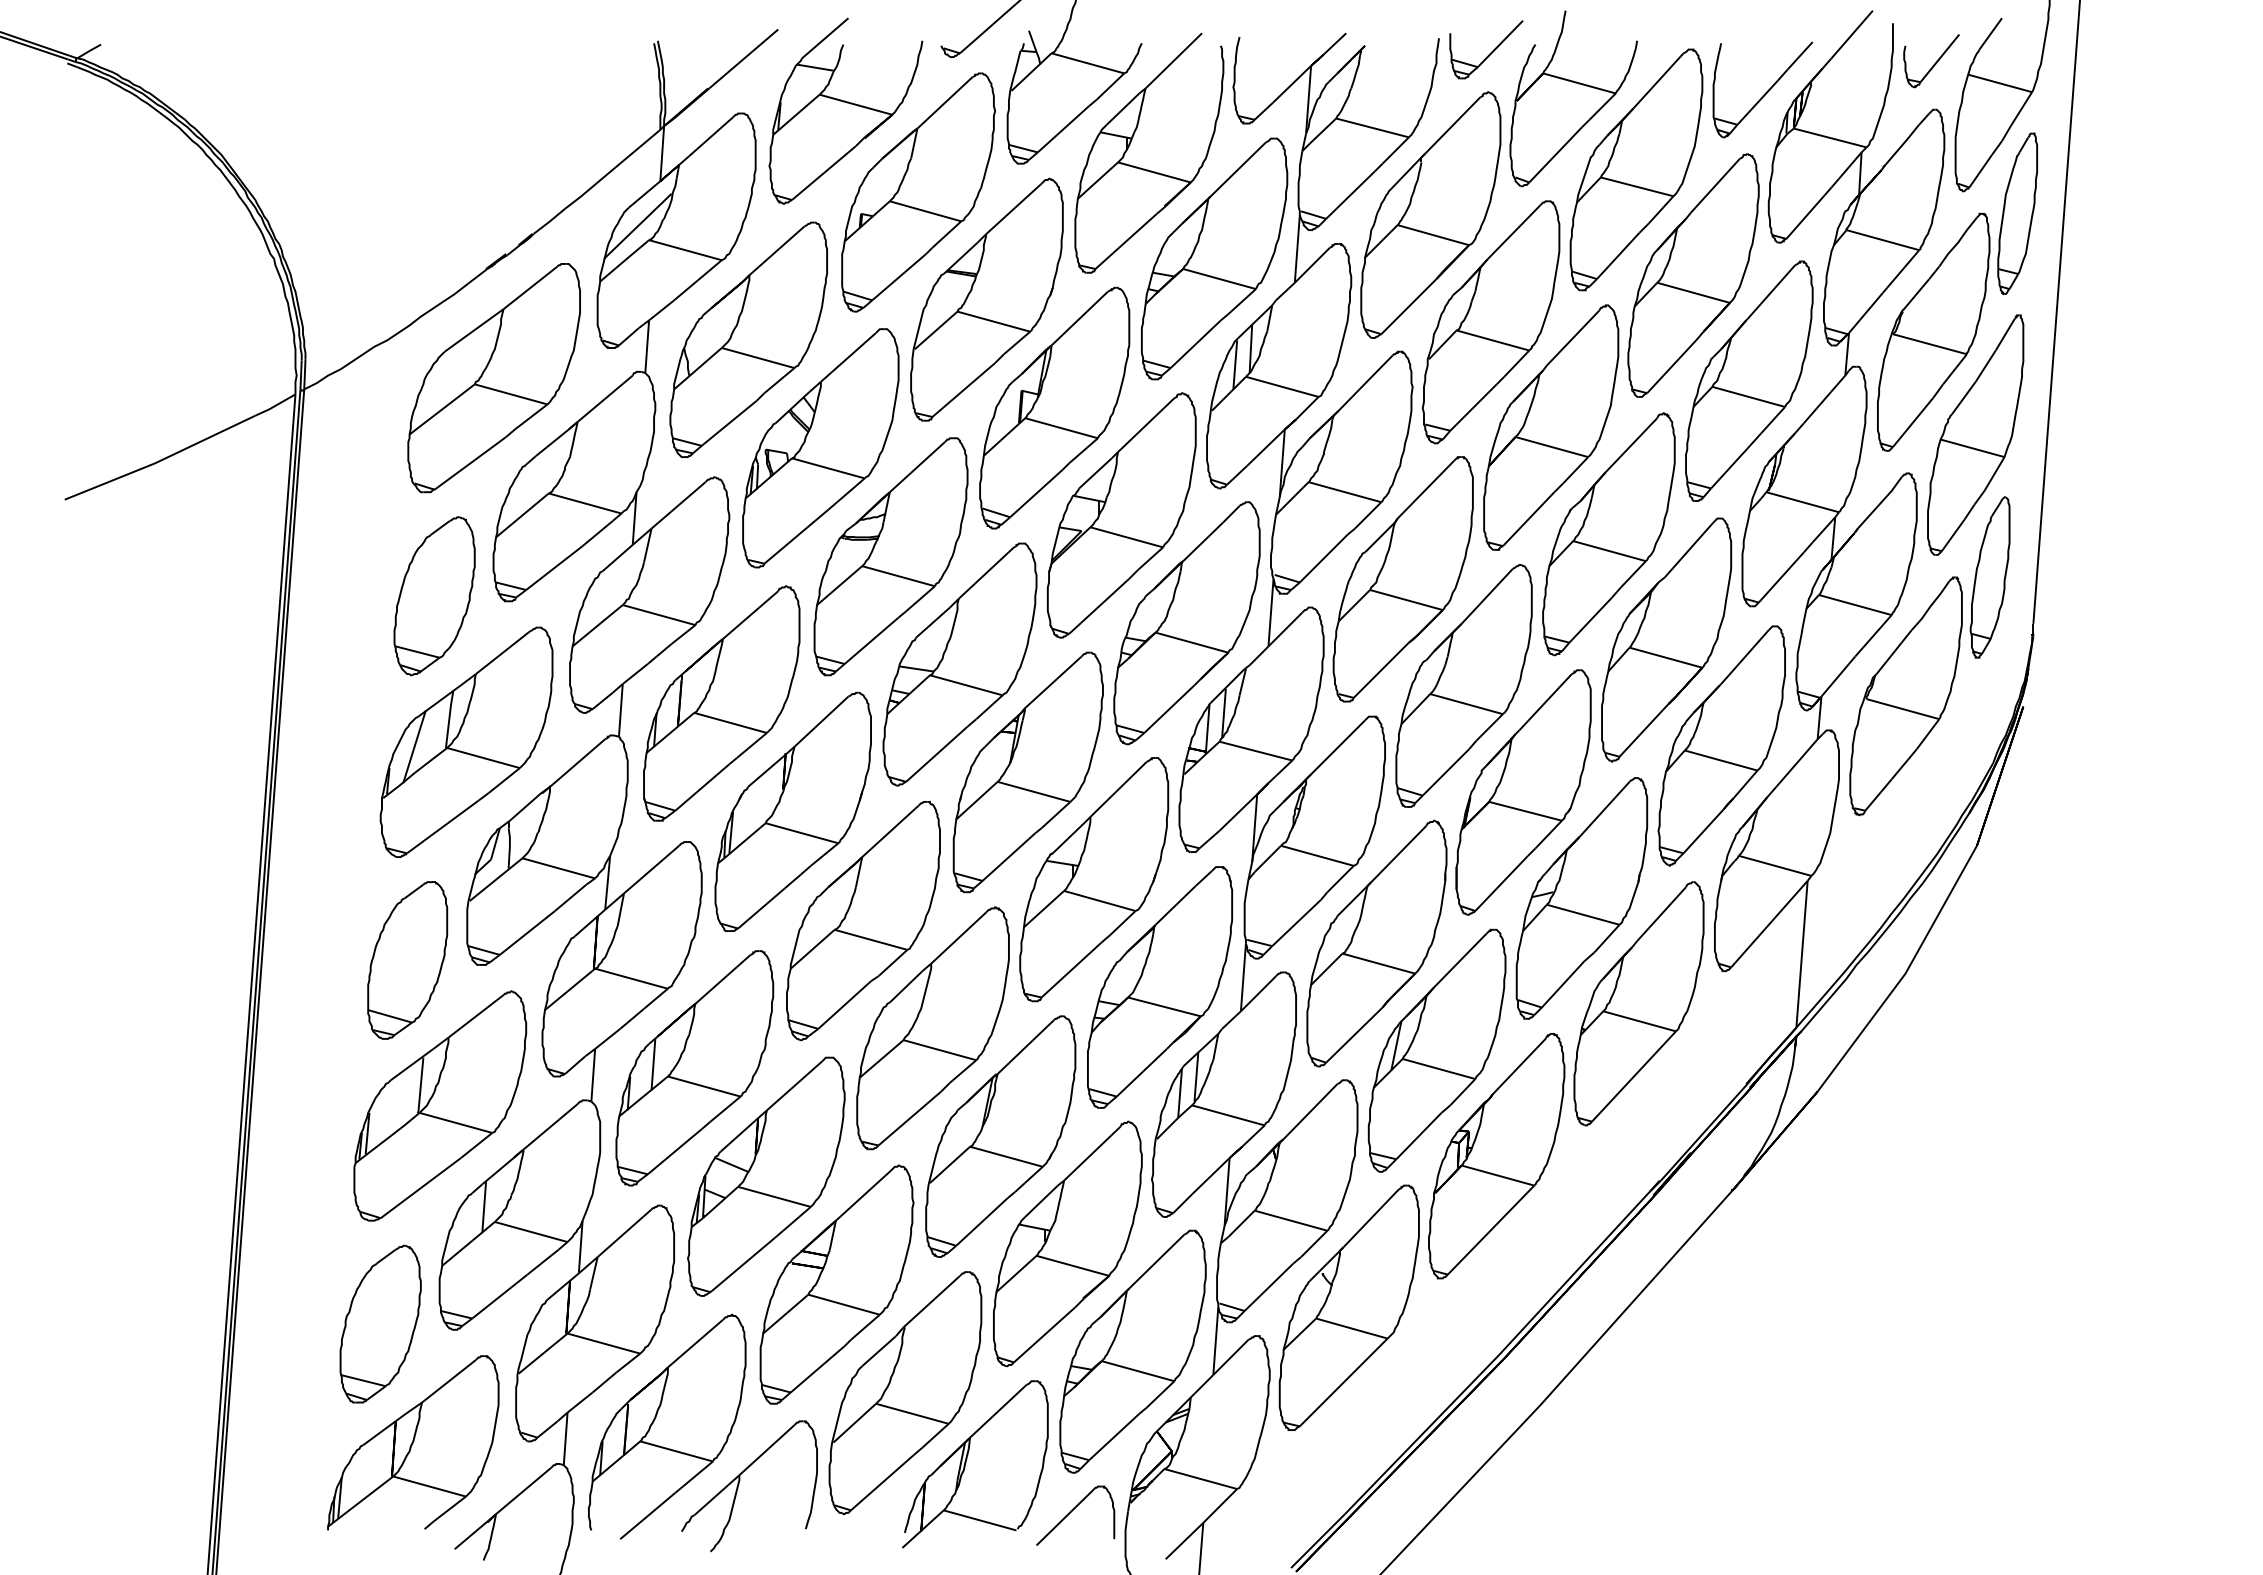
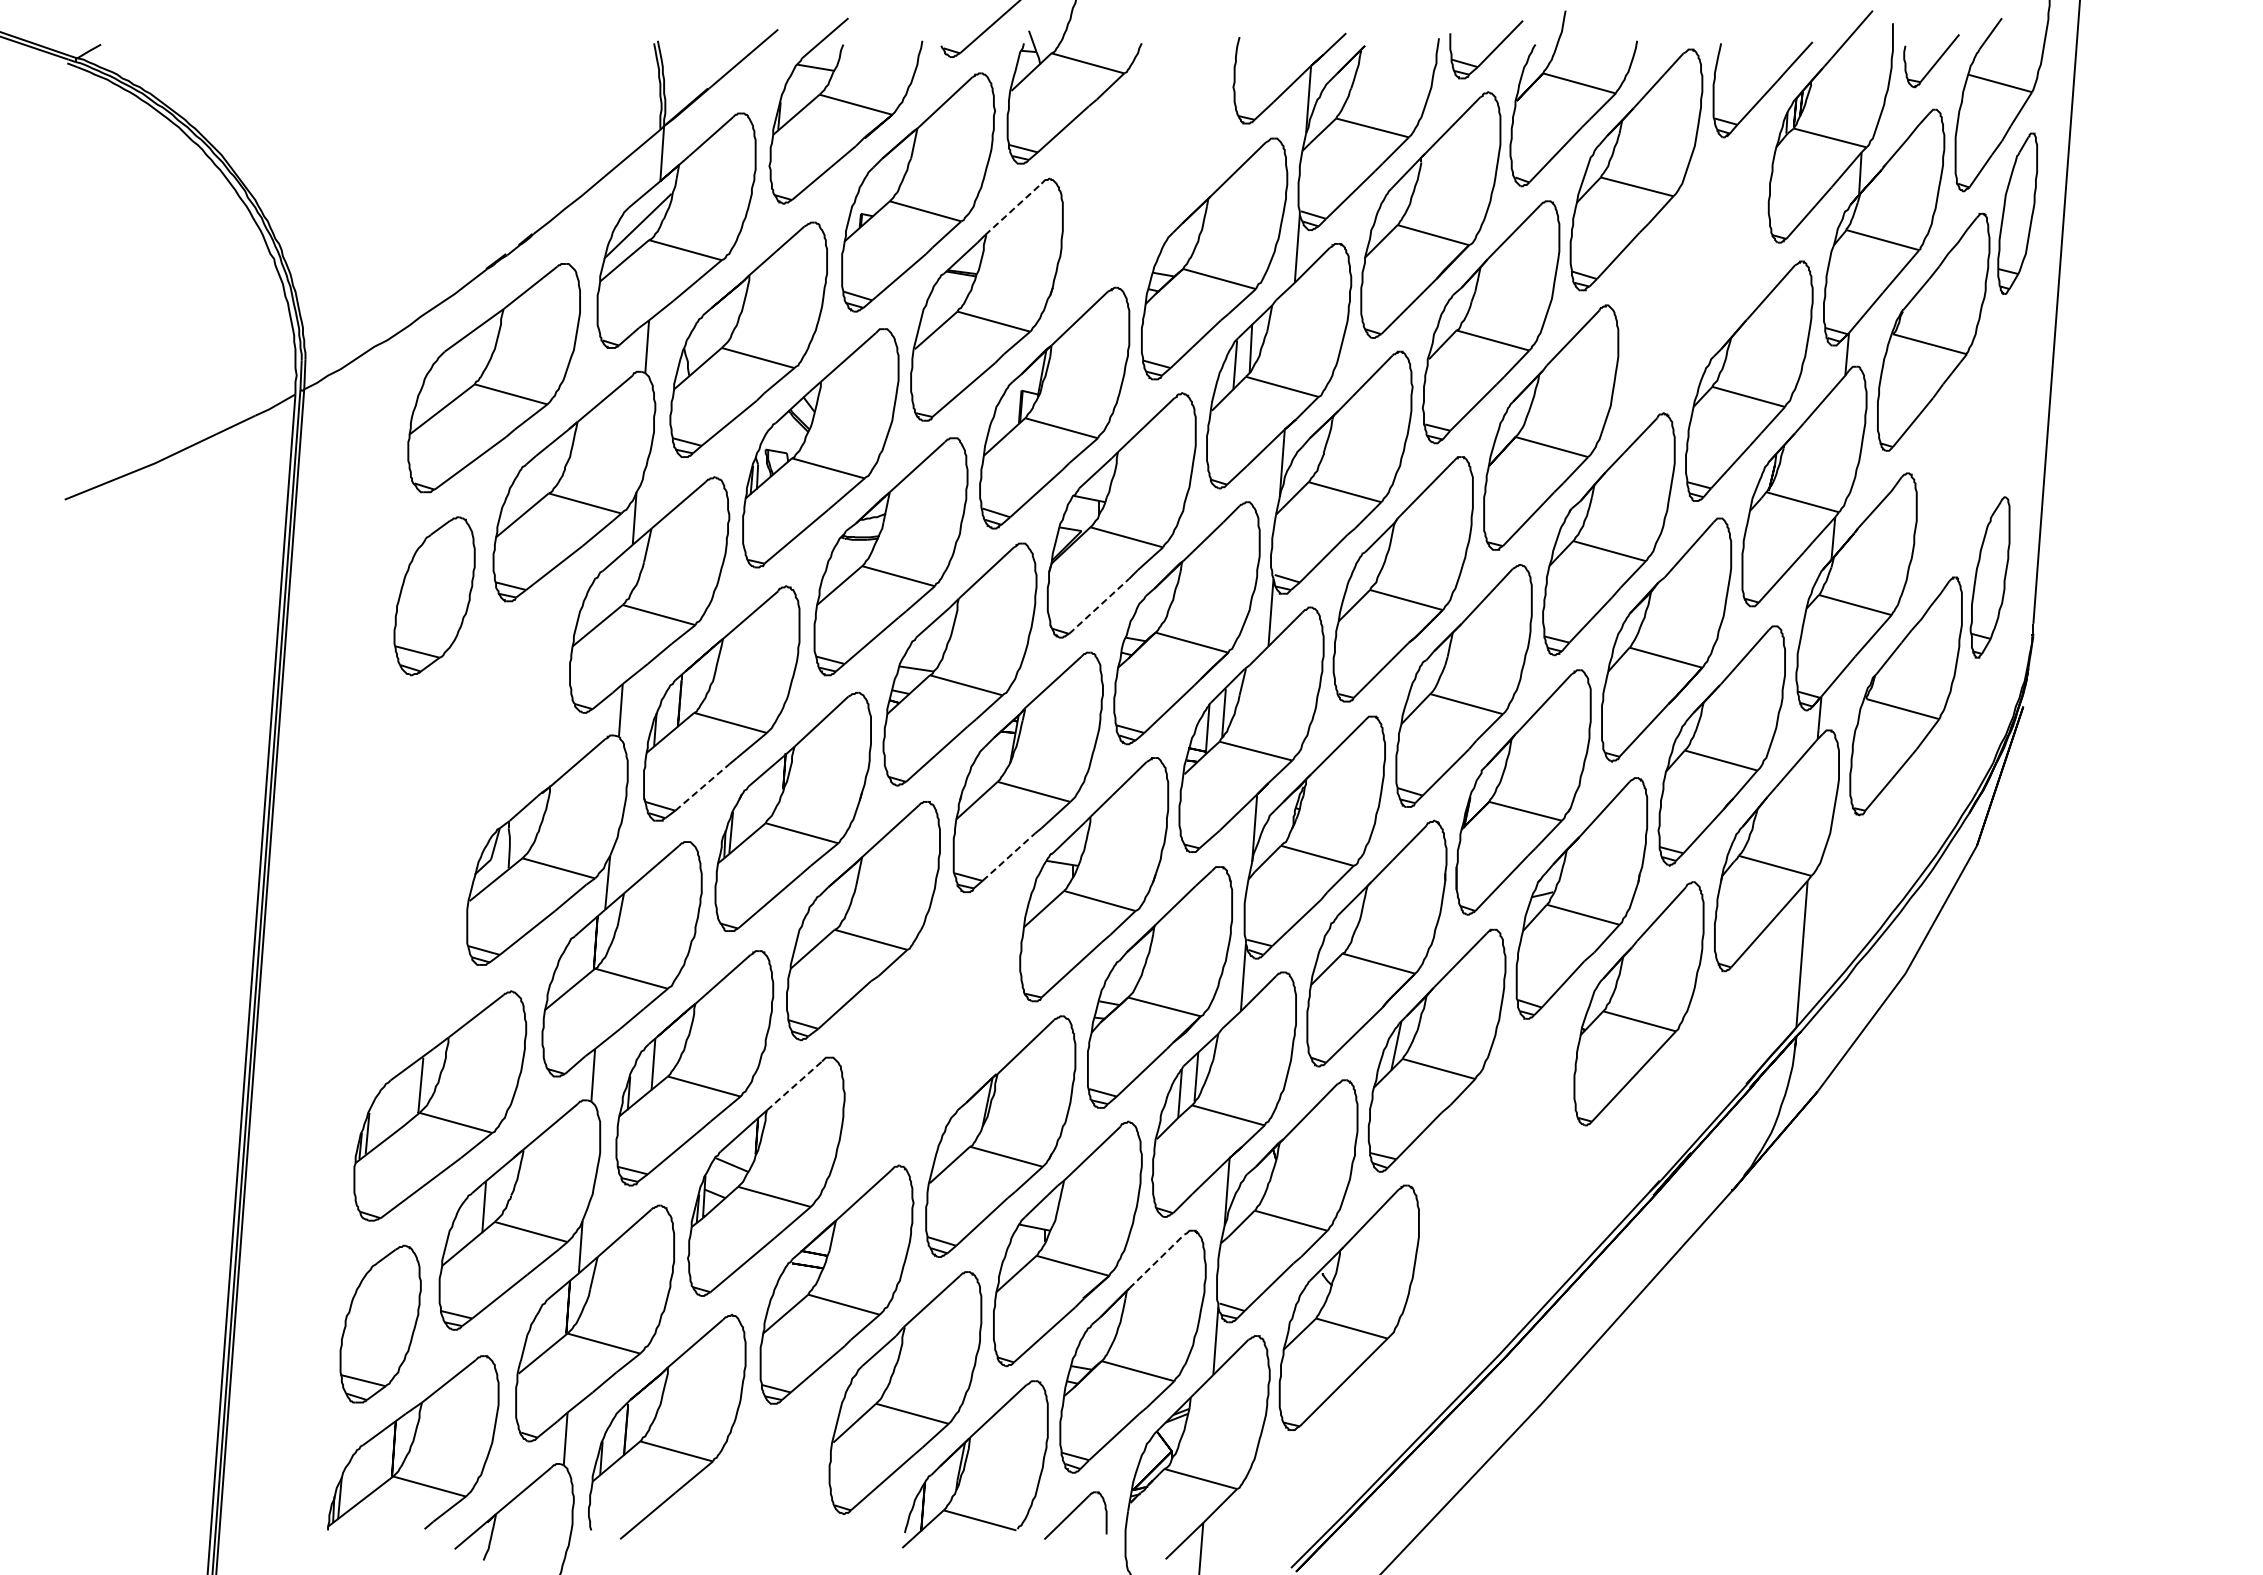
part at (1144, 168): present -> none
line at (1013, 209): solid -> dashed
part at (1693, 275): present -> none
part at (1975, 434): present -> none
line at (1099, 606): solid -> dashed
part at (466, 741): present -> none
line at (702, 787): solid -> dashed
line at (1008, 857): solid -> dashed
part at (407, 960): present -> none
part at (932, 1028): present -> none
line at (794, 1085): solid -> dashed
part at (1496, 1156): present -> none
line at (1156, 1261): solid -> dashed
part at (739, 1484): present -> none
part at (1075, 1515) size: 80x61 px -> 64x49 px
